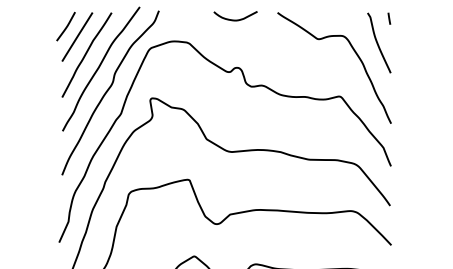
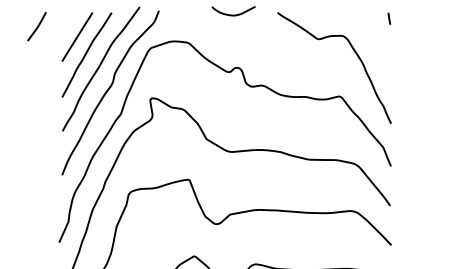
curve at (235, 19) position: (235, 19) -> (233, 14)
line at (66, 26) position: (66, 26) -> (37, 26)
curve at (378, 42): present -> none
